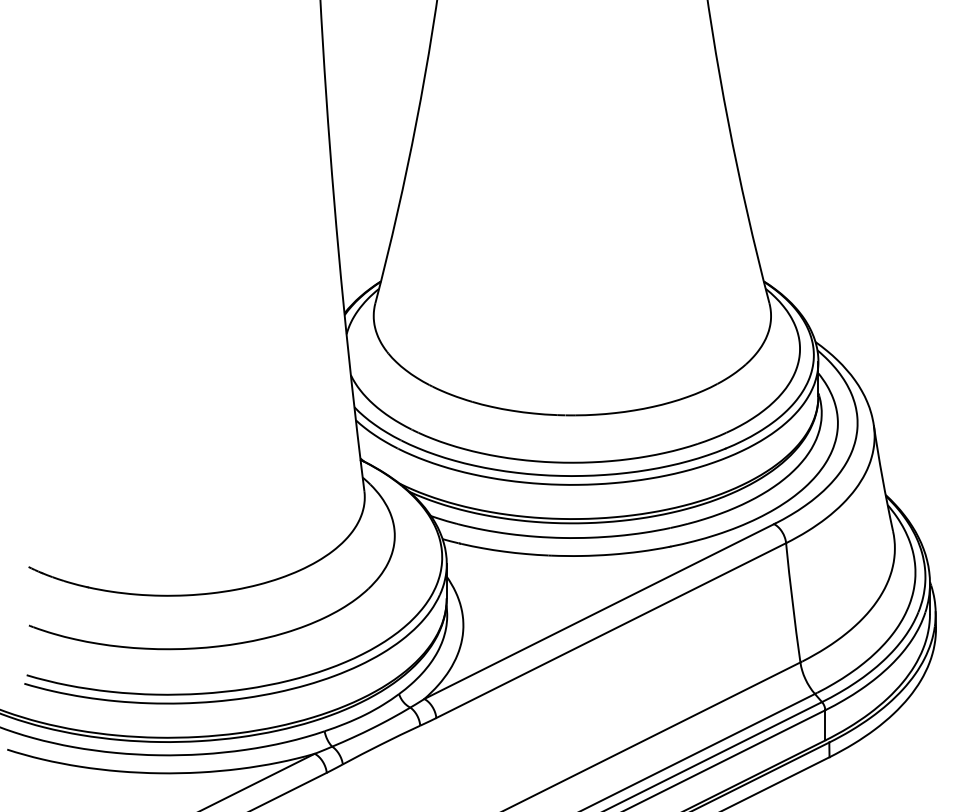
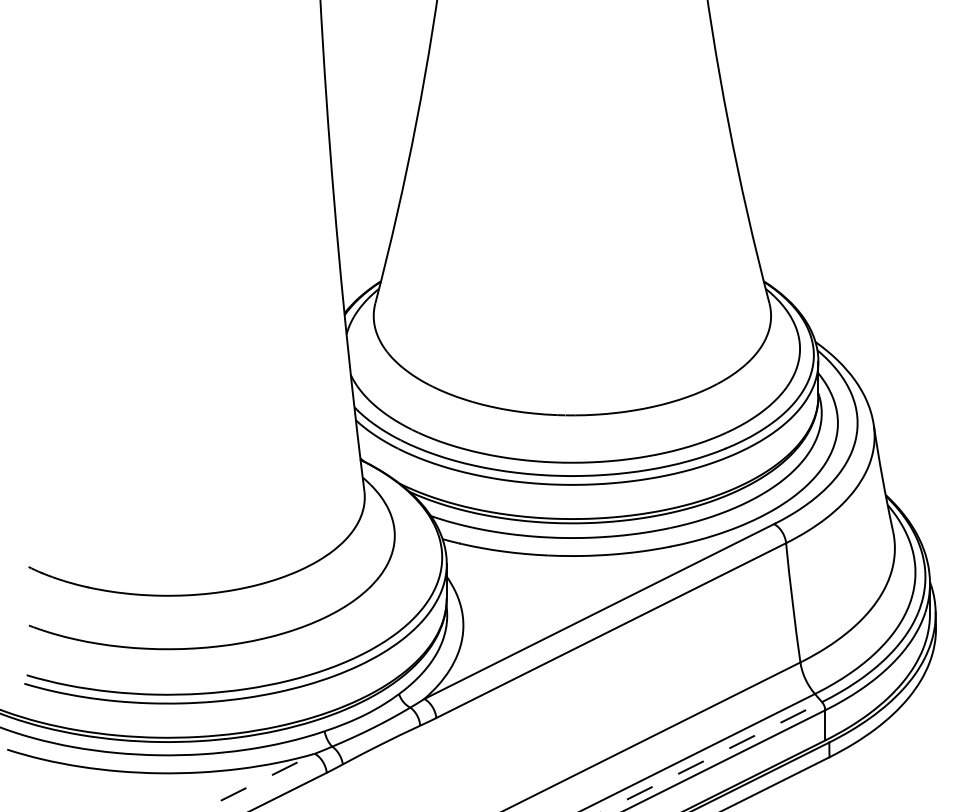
line at (712, 756): solid -> dashed
line at (256, 782): solid -> dashed
